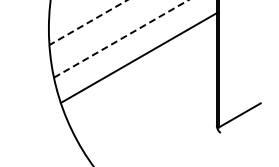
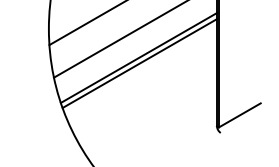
line at (88, 22): dashed -> solid
line at (121, 38): dashed -> solid
line at (139, 63): none -> present
